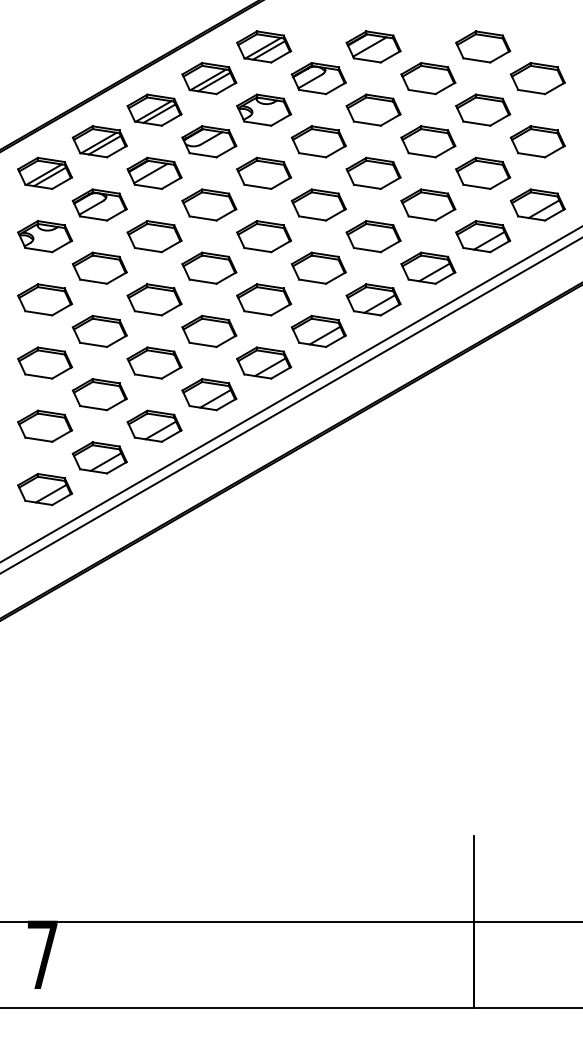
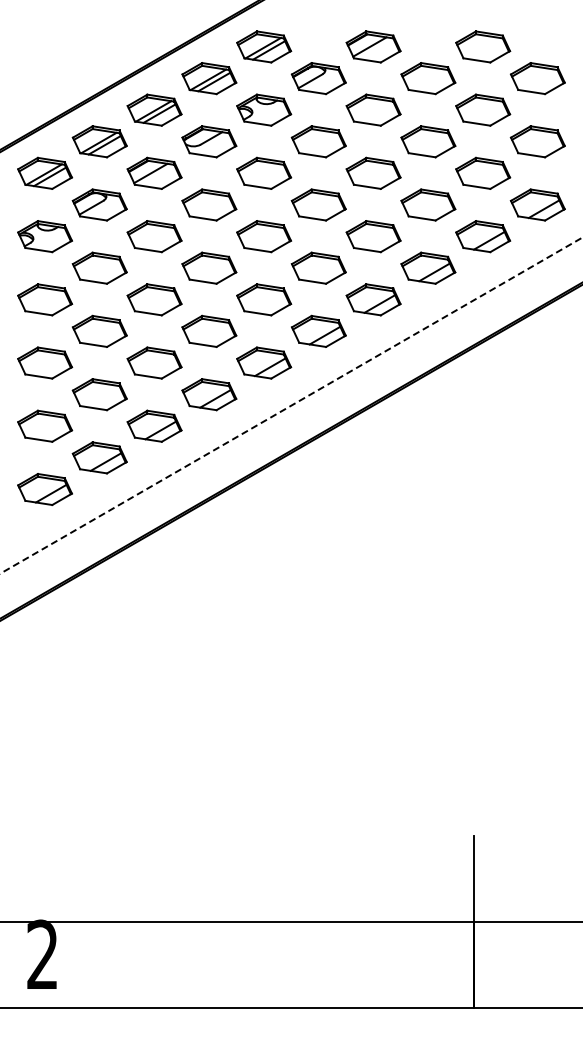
line at (290, 394): present -> none
line at (291, 405): solid -> dashed
text at (42, 953): 7 -> 2
